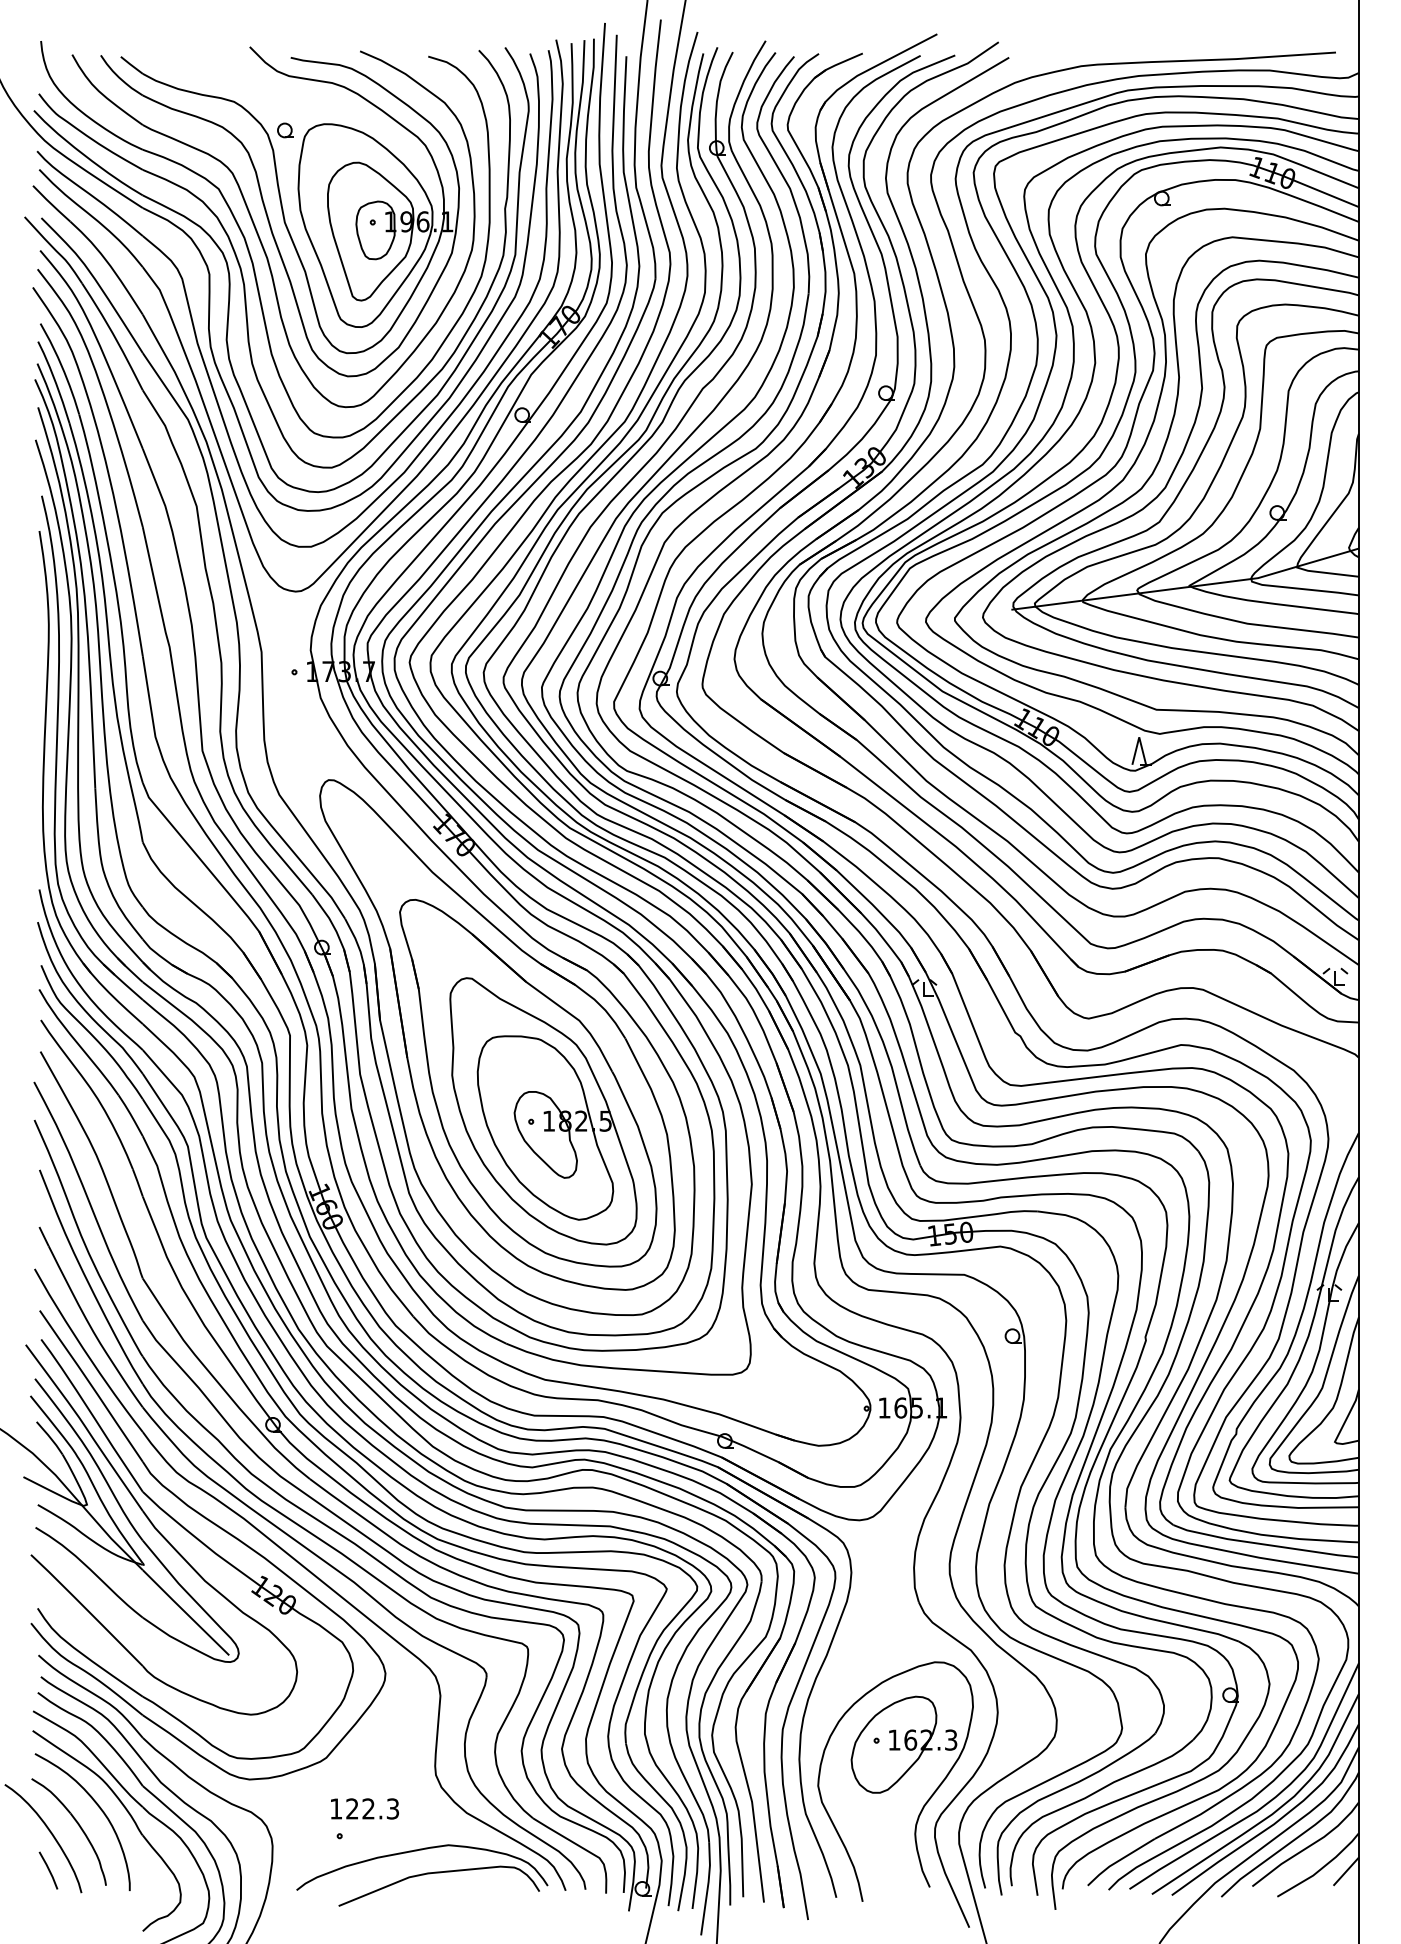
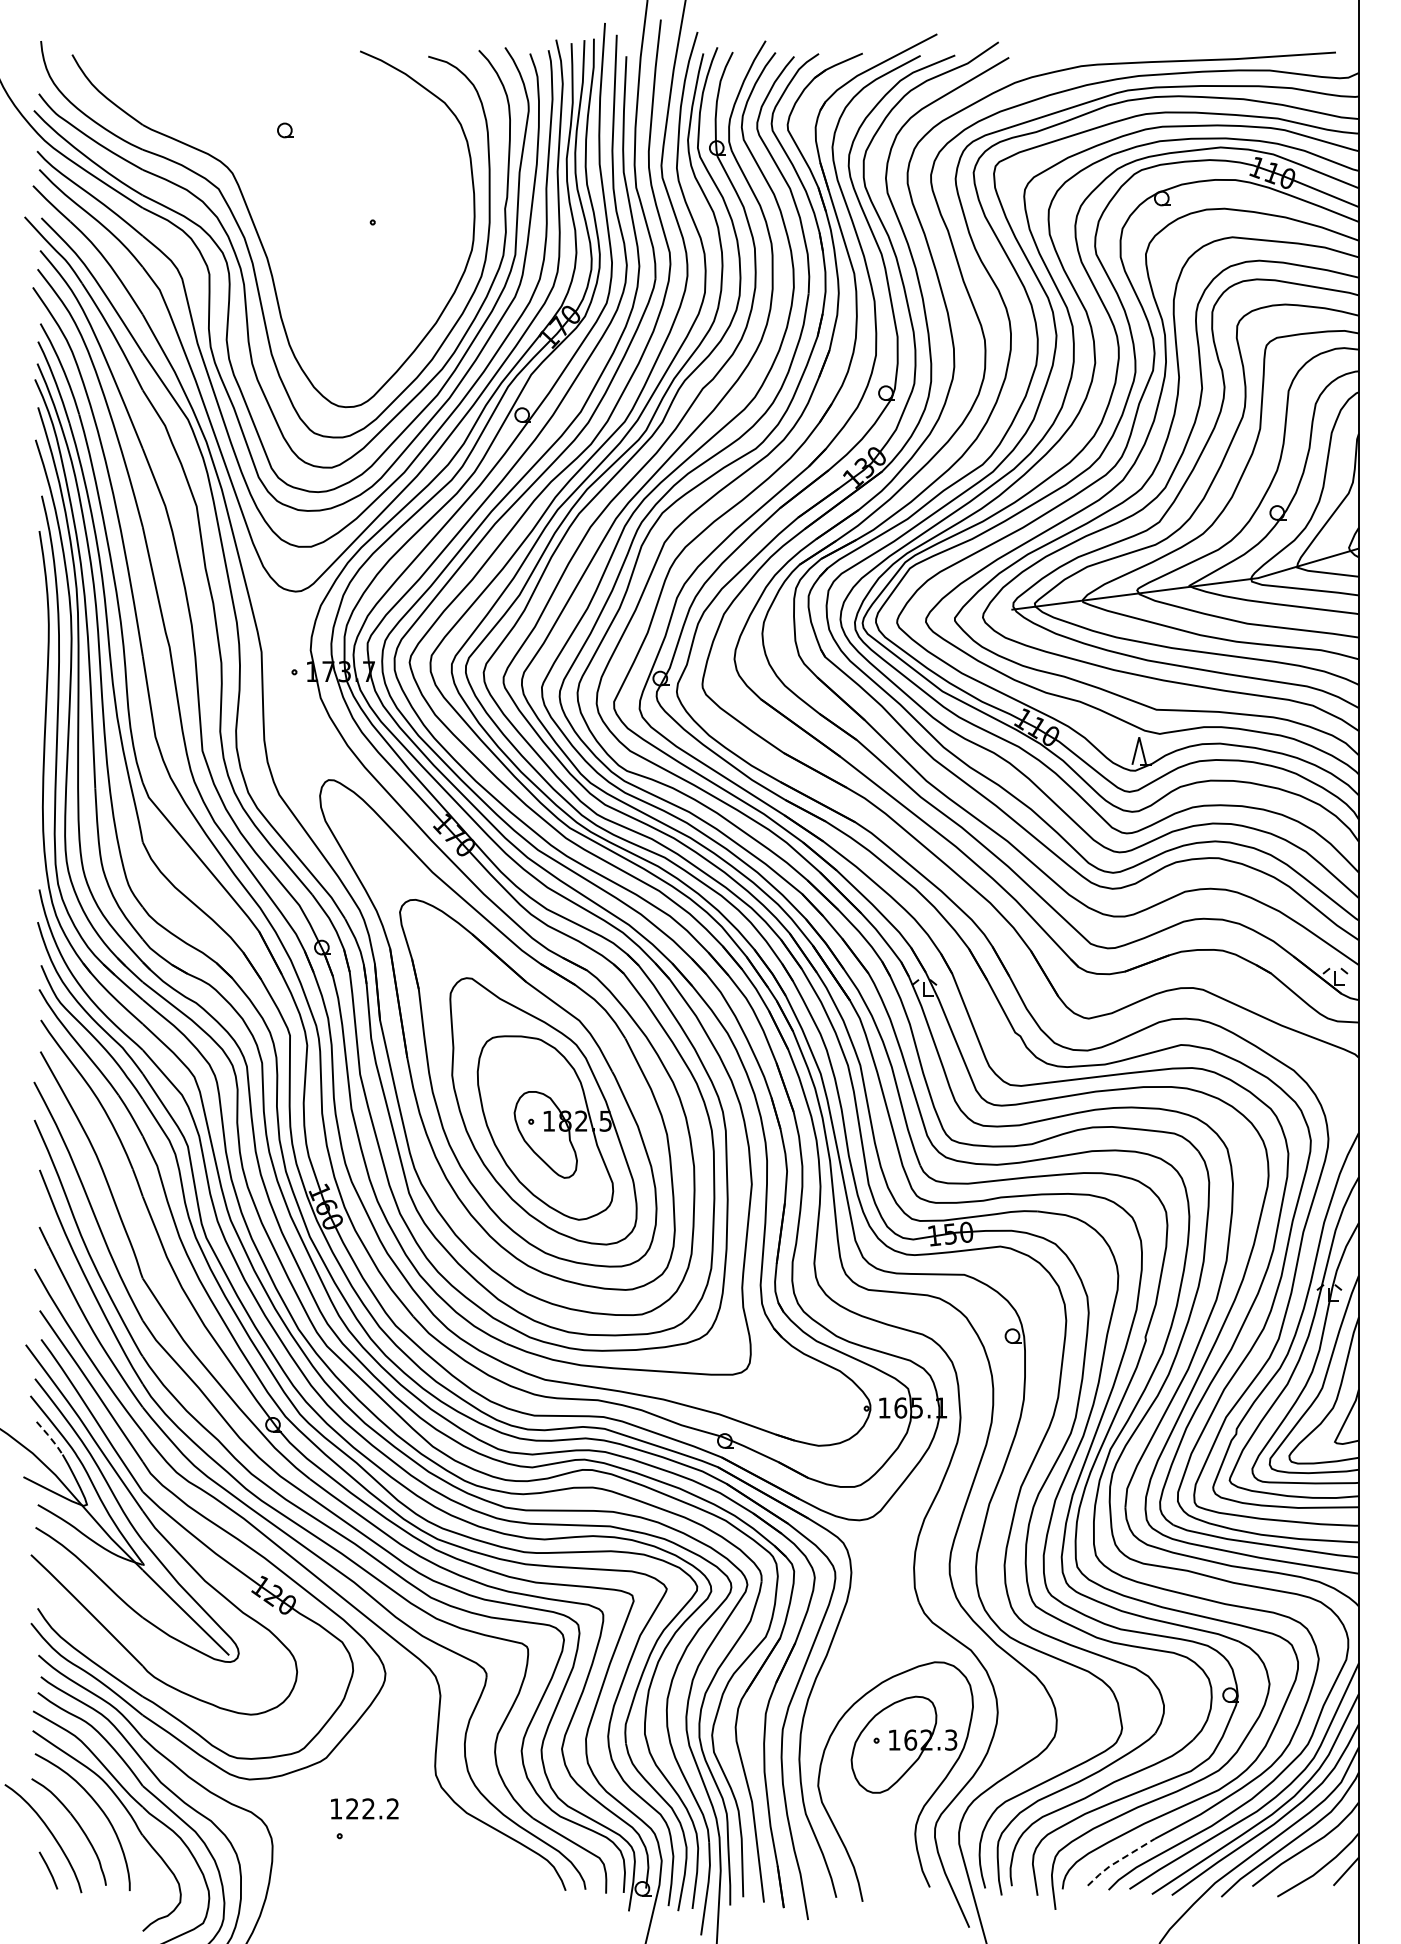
part at (279, 211): present -> none
line at (50, 1438): solid -> dashed
text at (392, 1808): 122.3 -> 122.2
line at (1118, 1860): solid -> dashed
part at (422, 1875): present -> none
